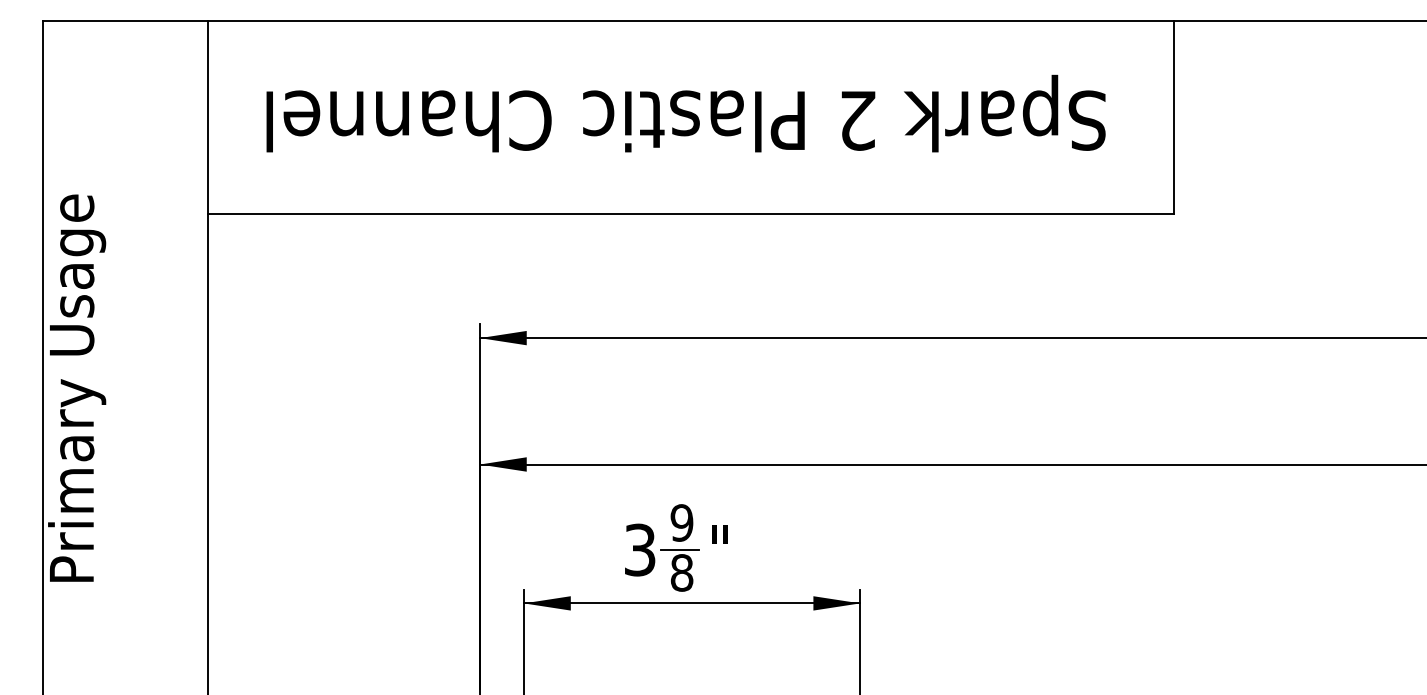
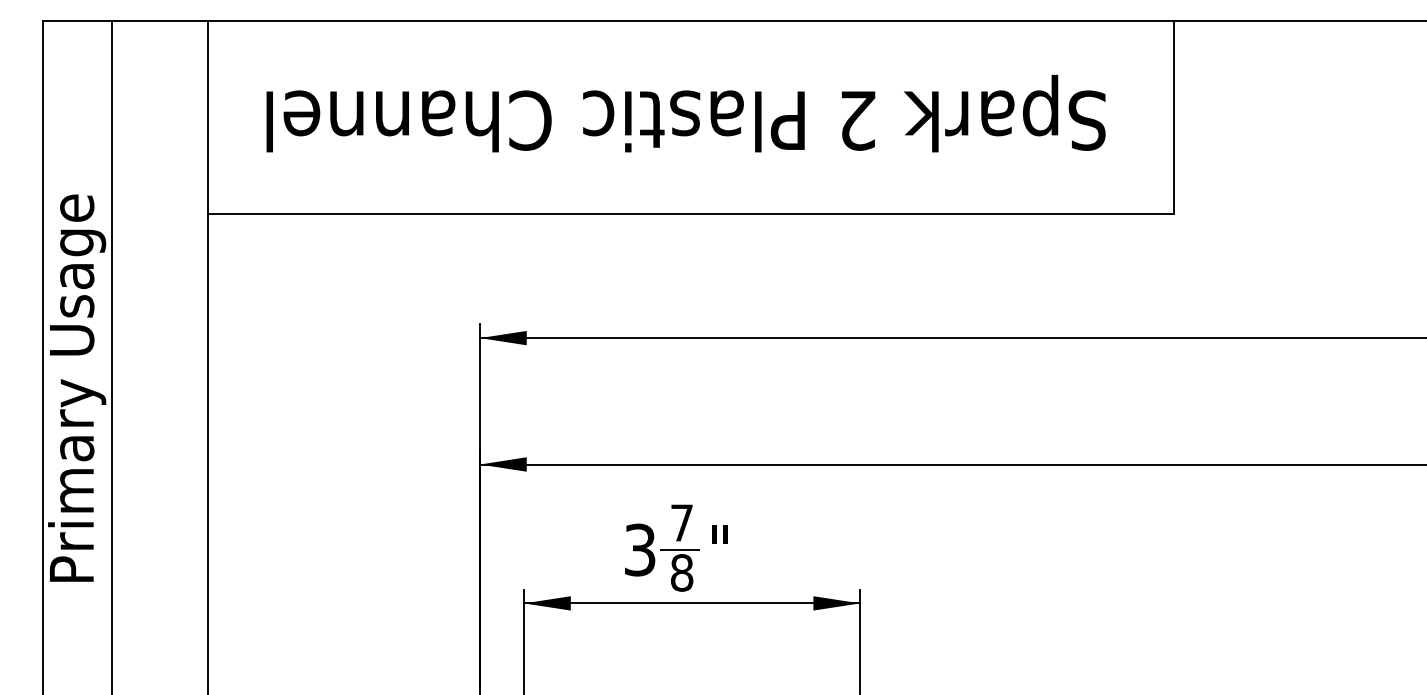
line at (111, 355): none -> present
text at (681, 522): 9 -> 7
